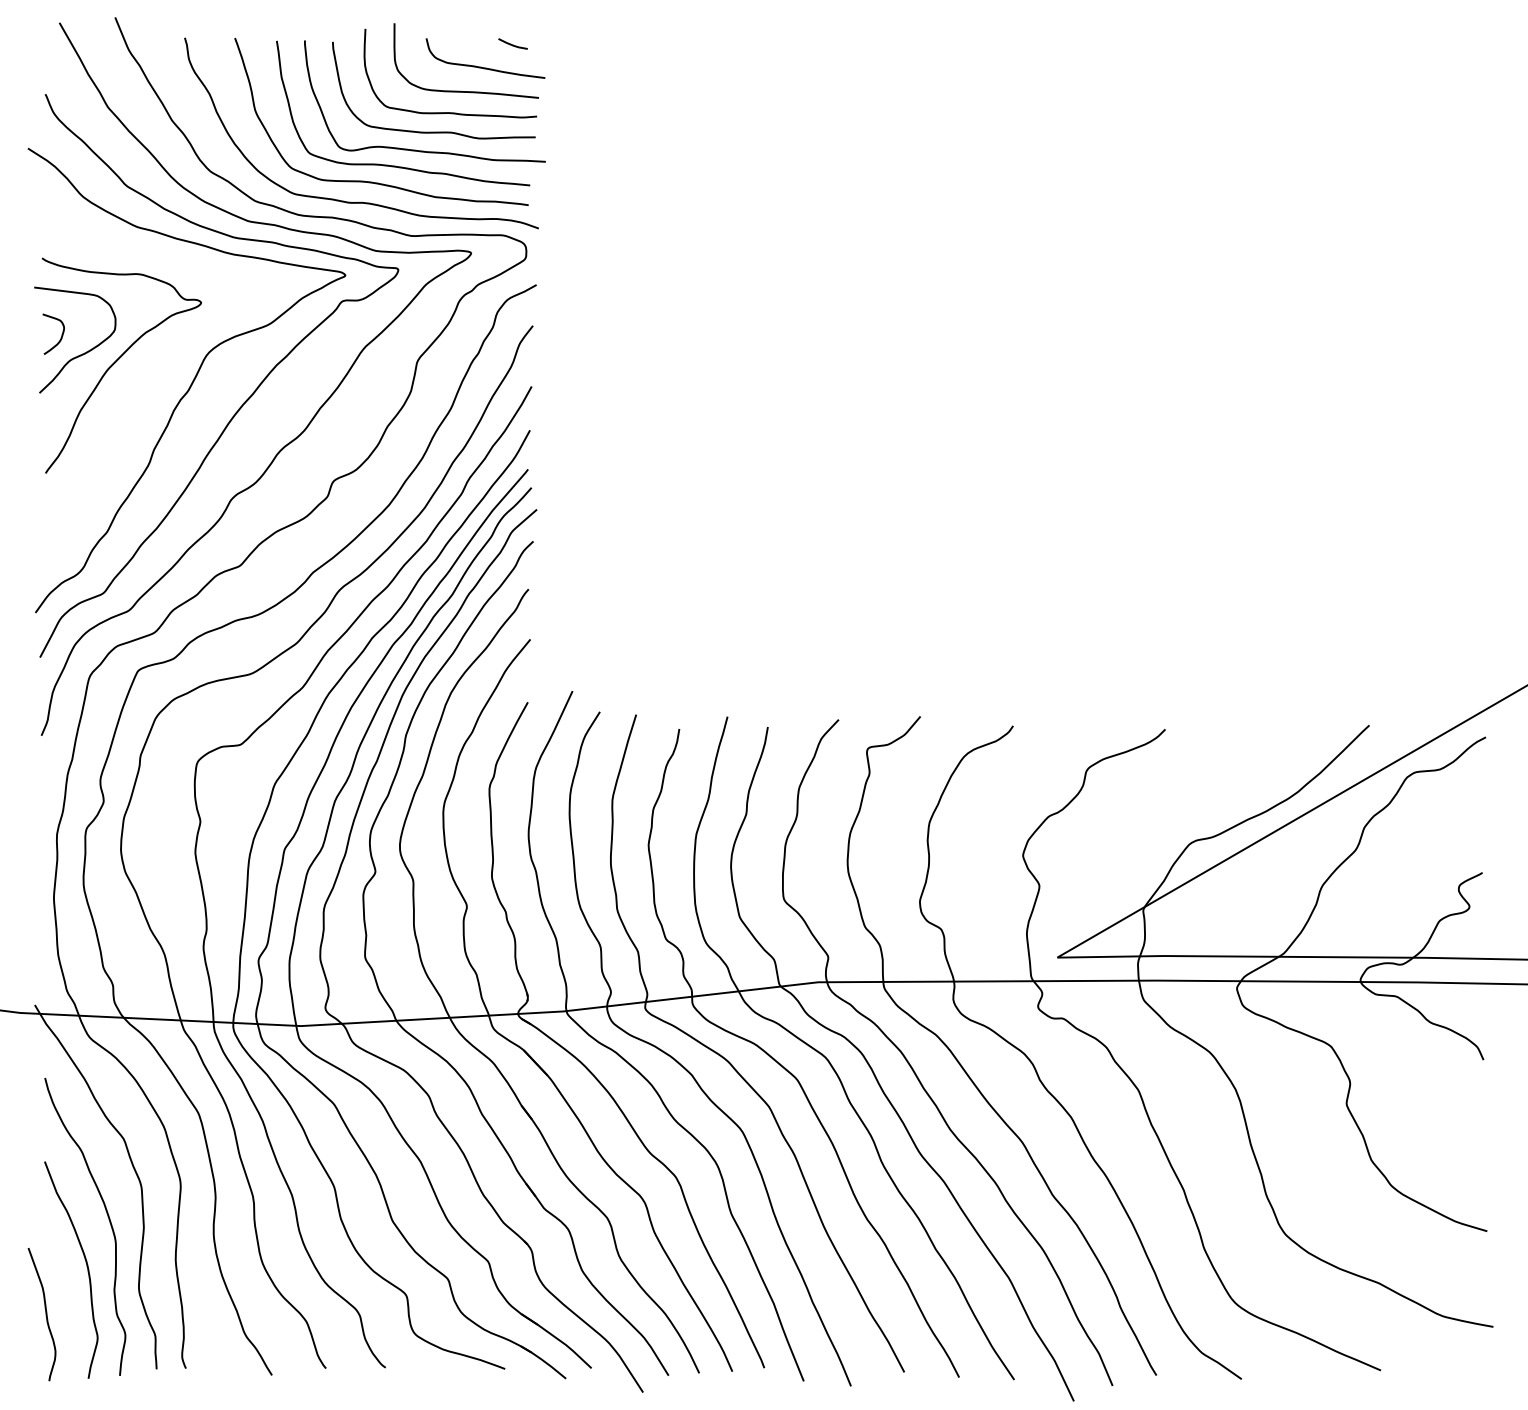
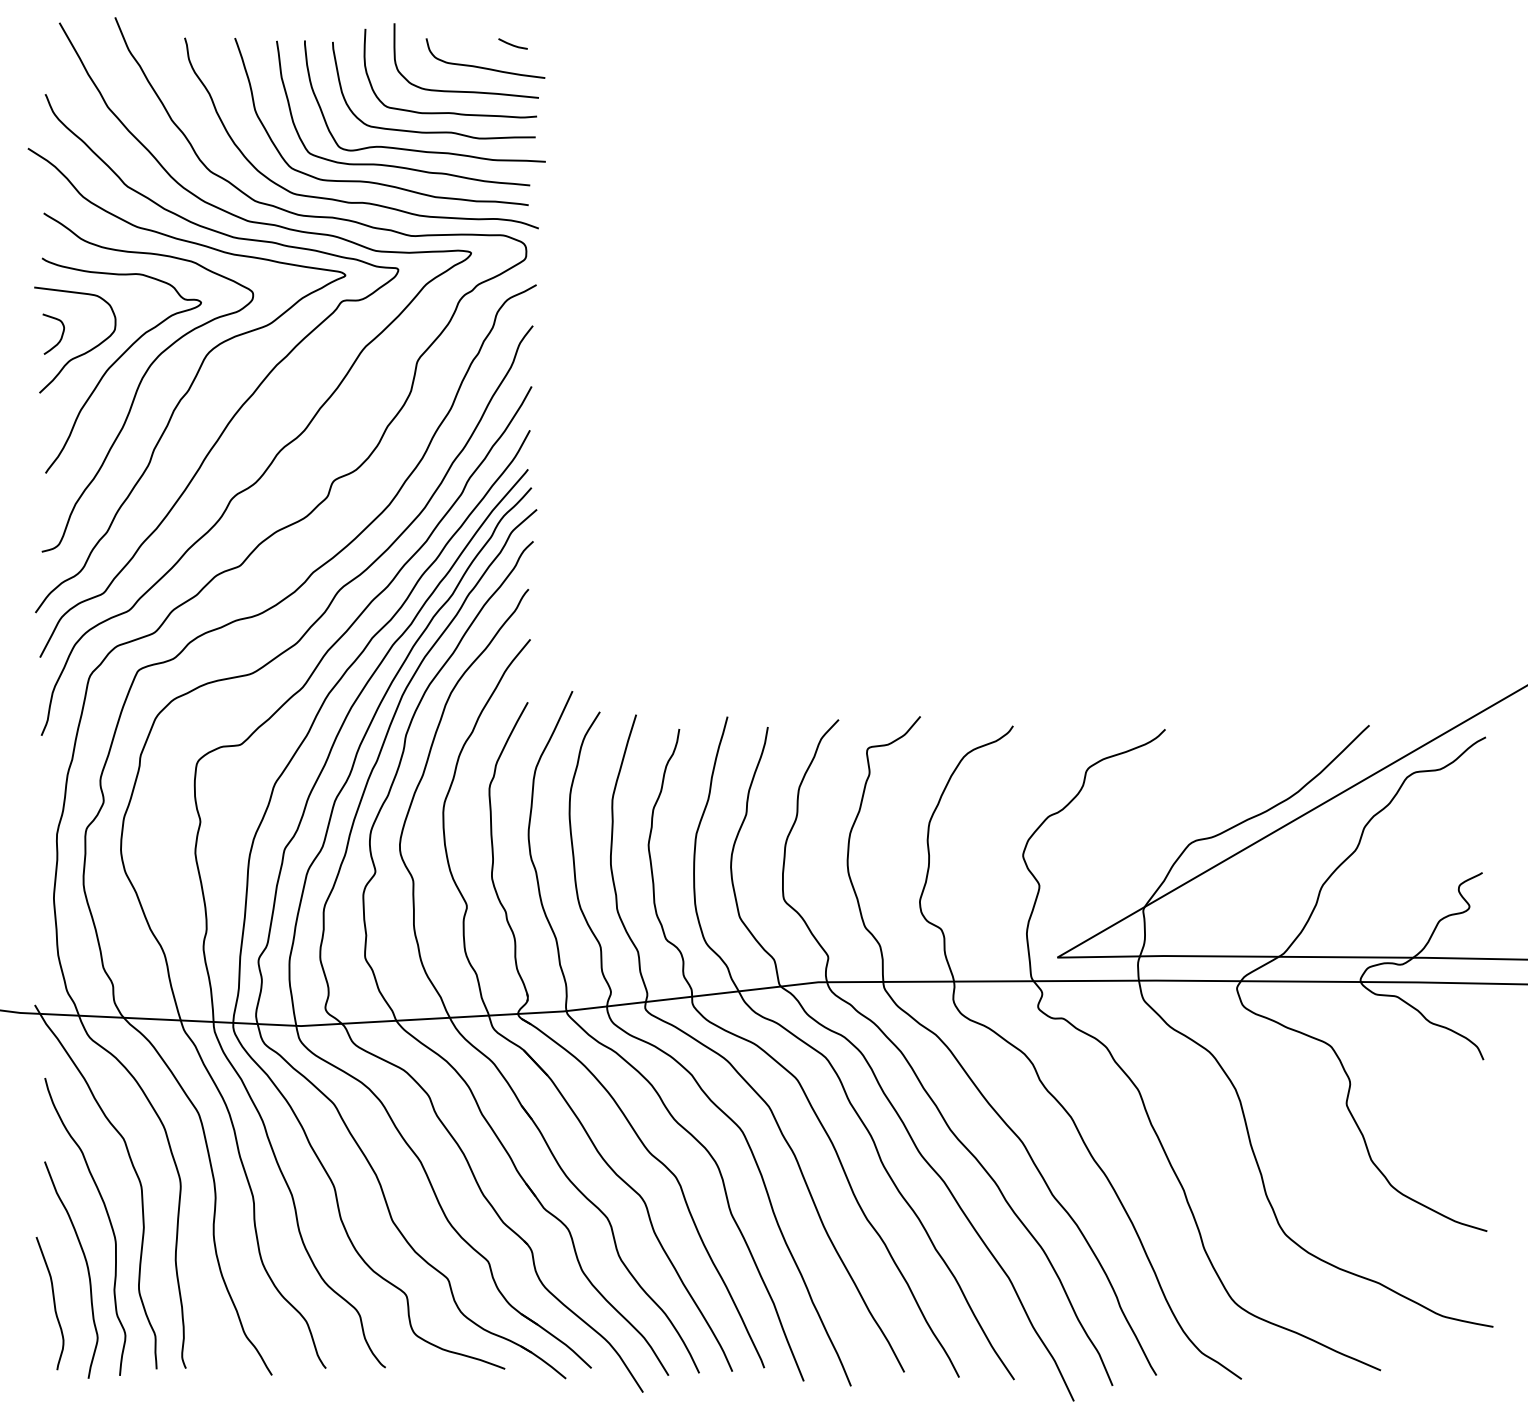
curve at (142, 380): none -> present
curve at (45, 1314) position: (45, 1314) -> (53, 1303)
